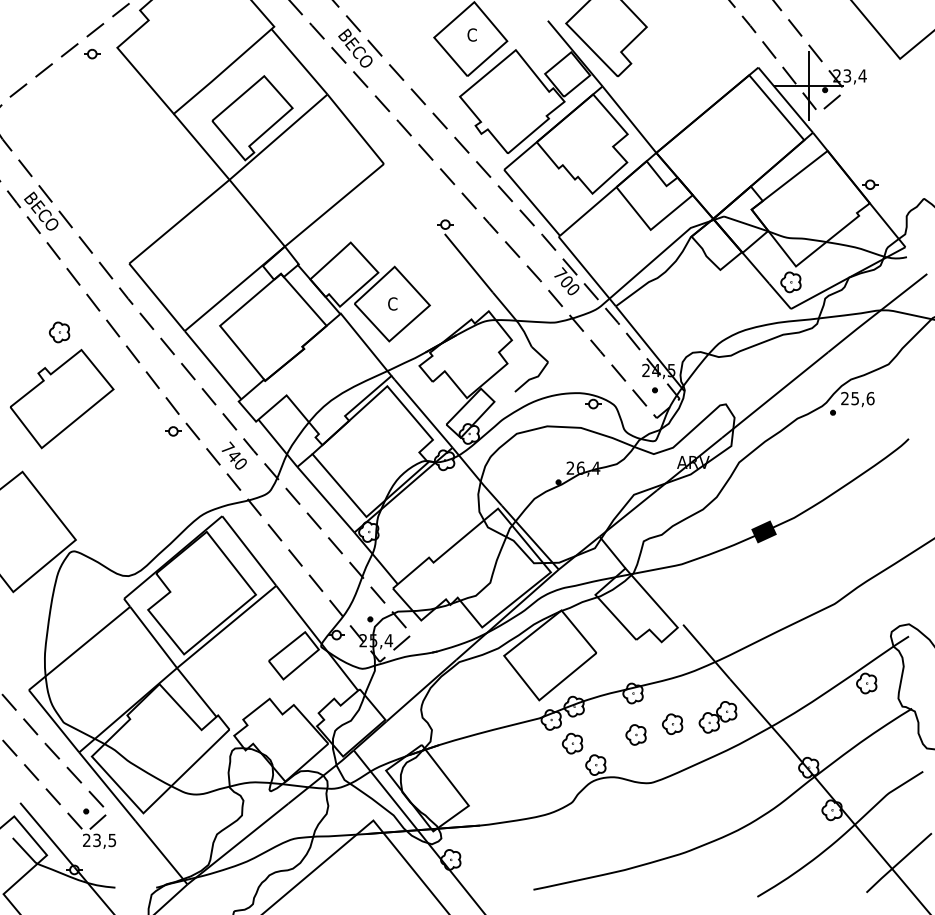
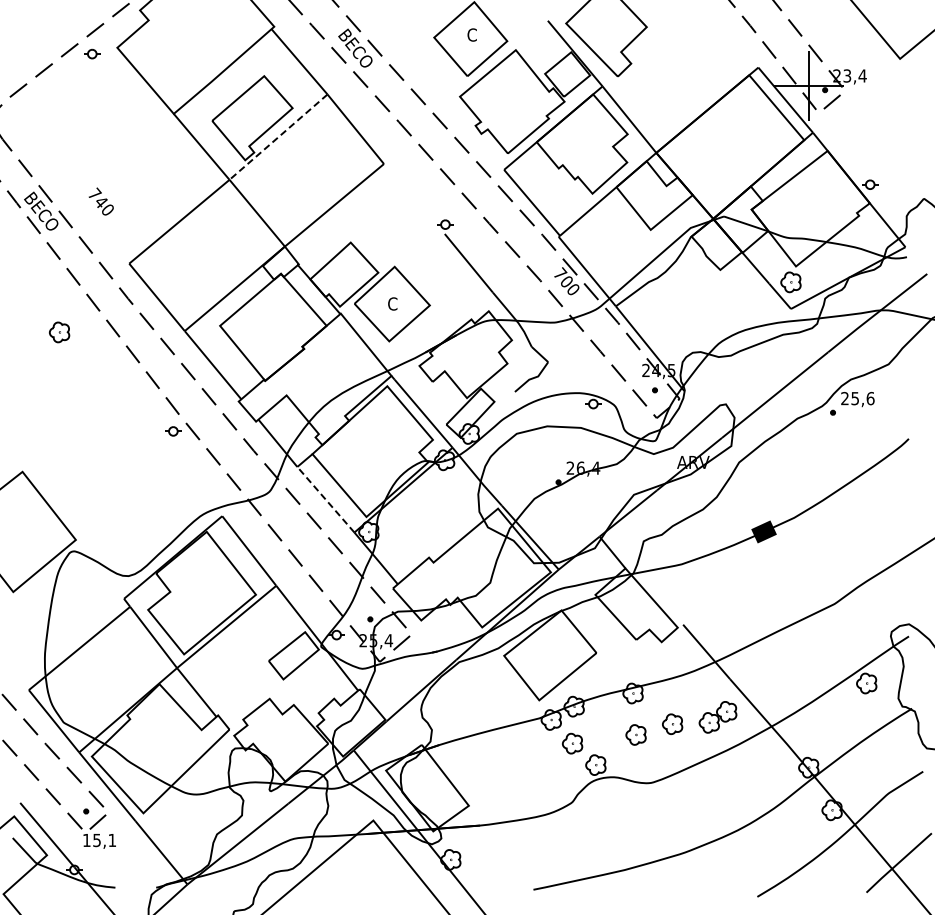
line at (278, 137): solid -> dashed
part at (61, 398): present -> none
text at (233, 455) position: (233, 455) -> (100, 201)
line at (325, 499): solid -> dashed
text at (99, 840): 23,5 -> 15,1
